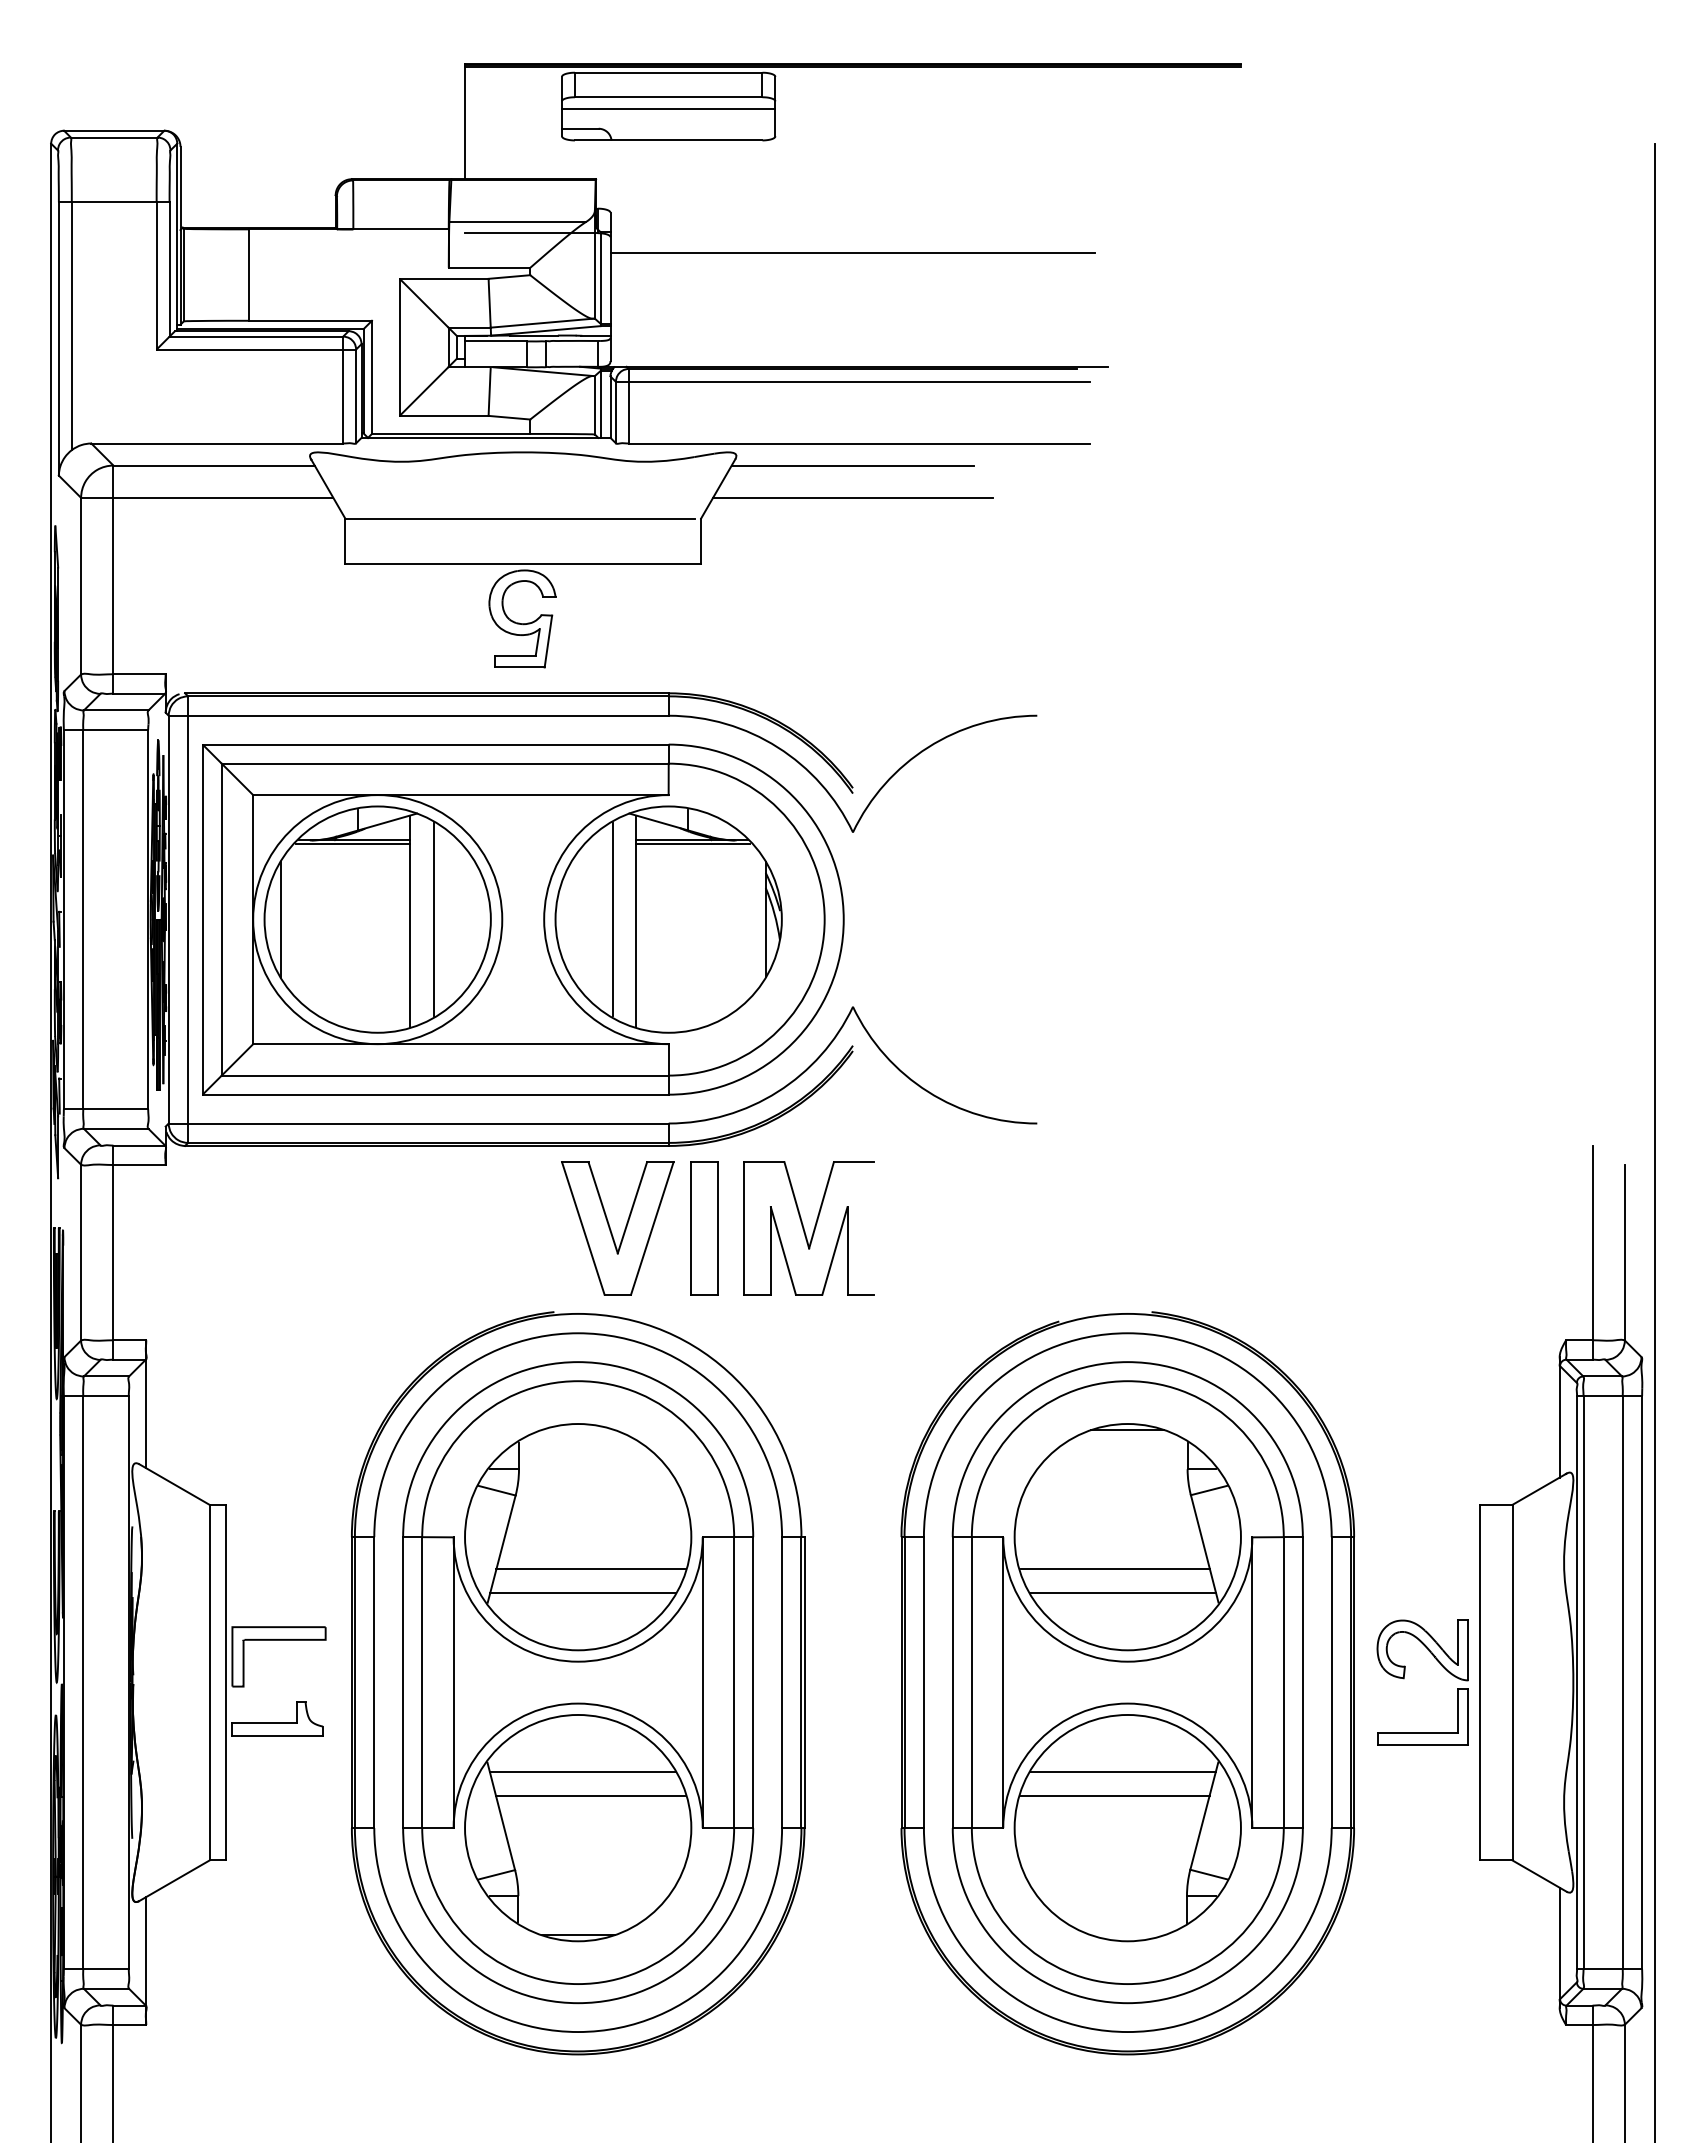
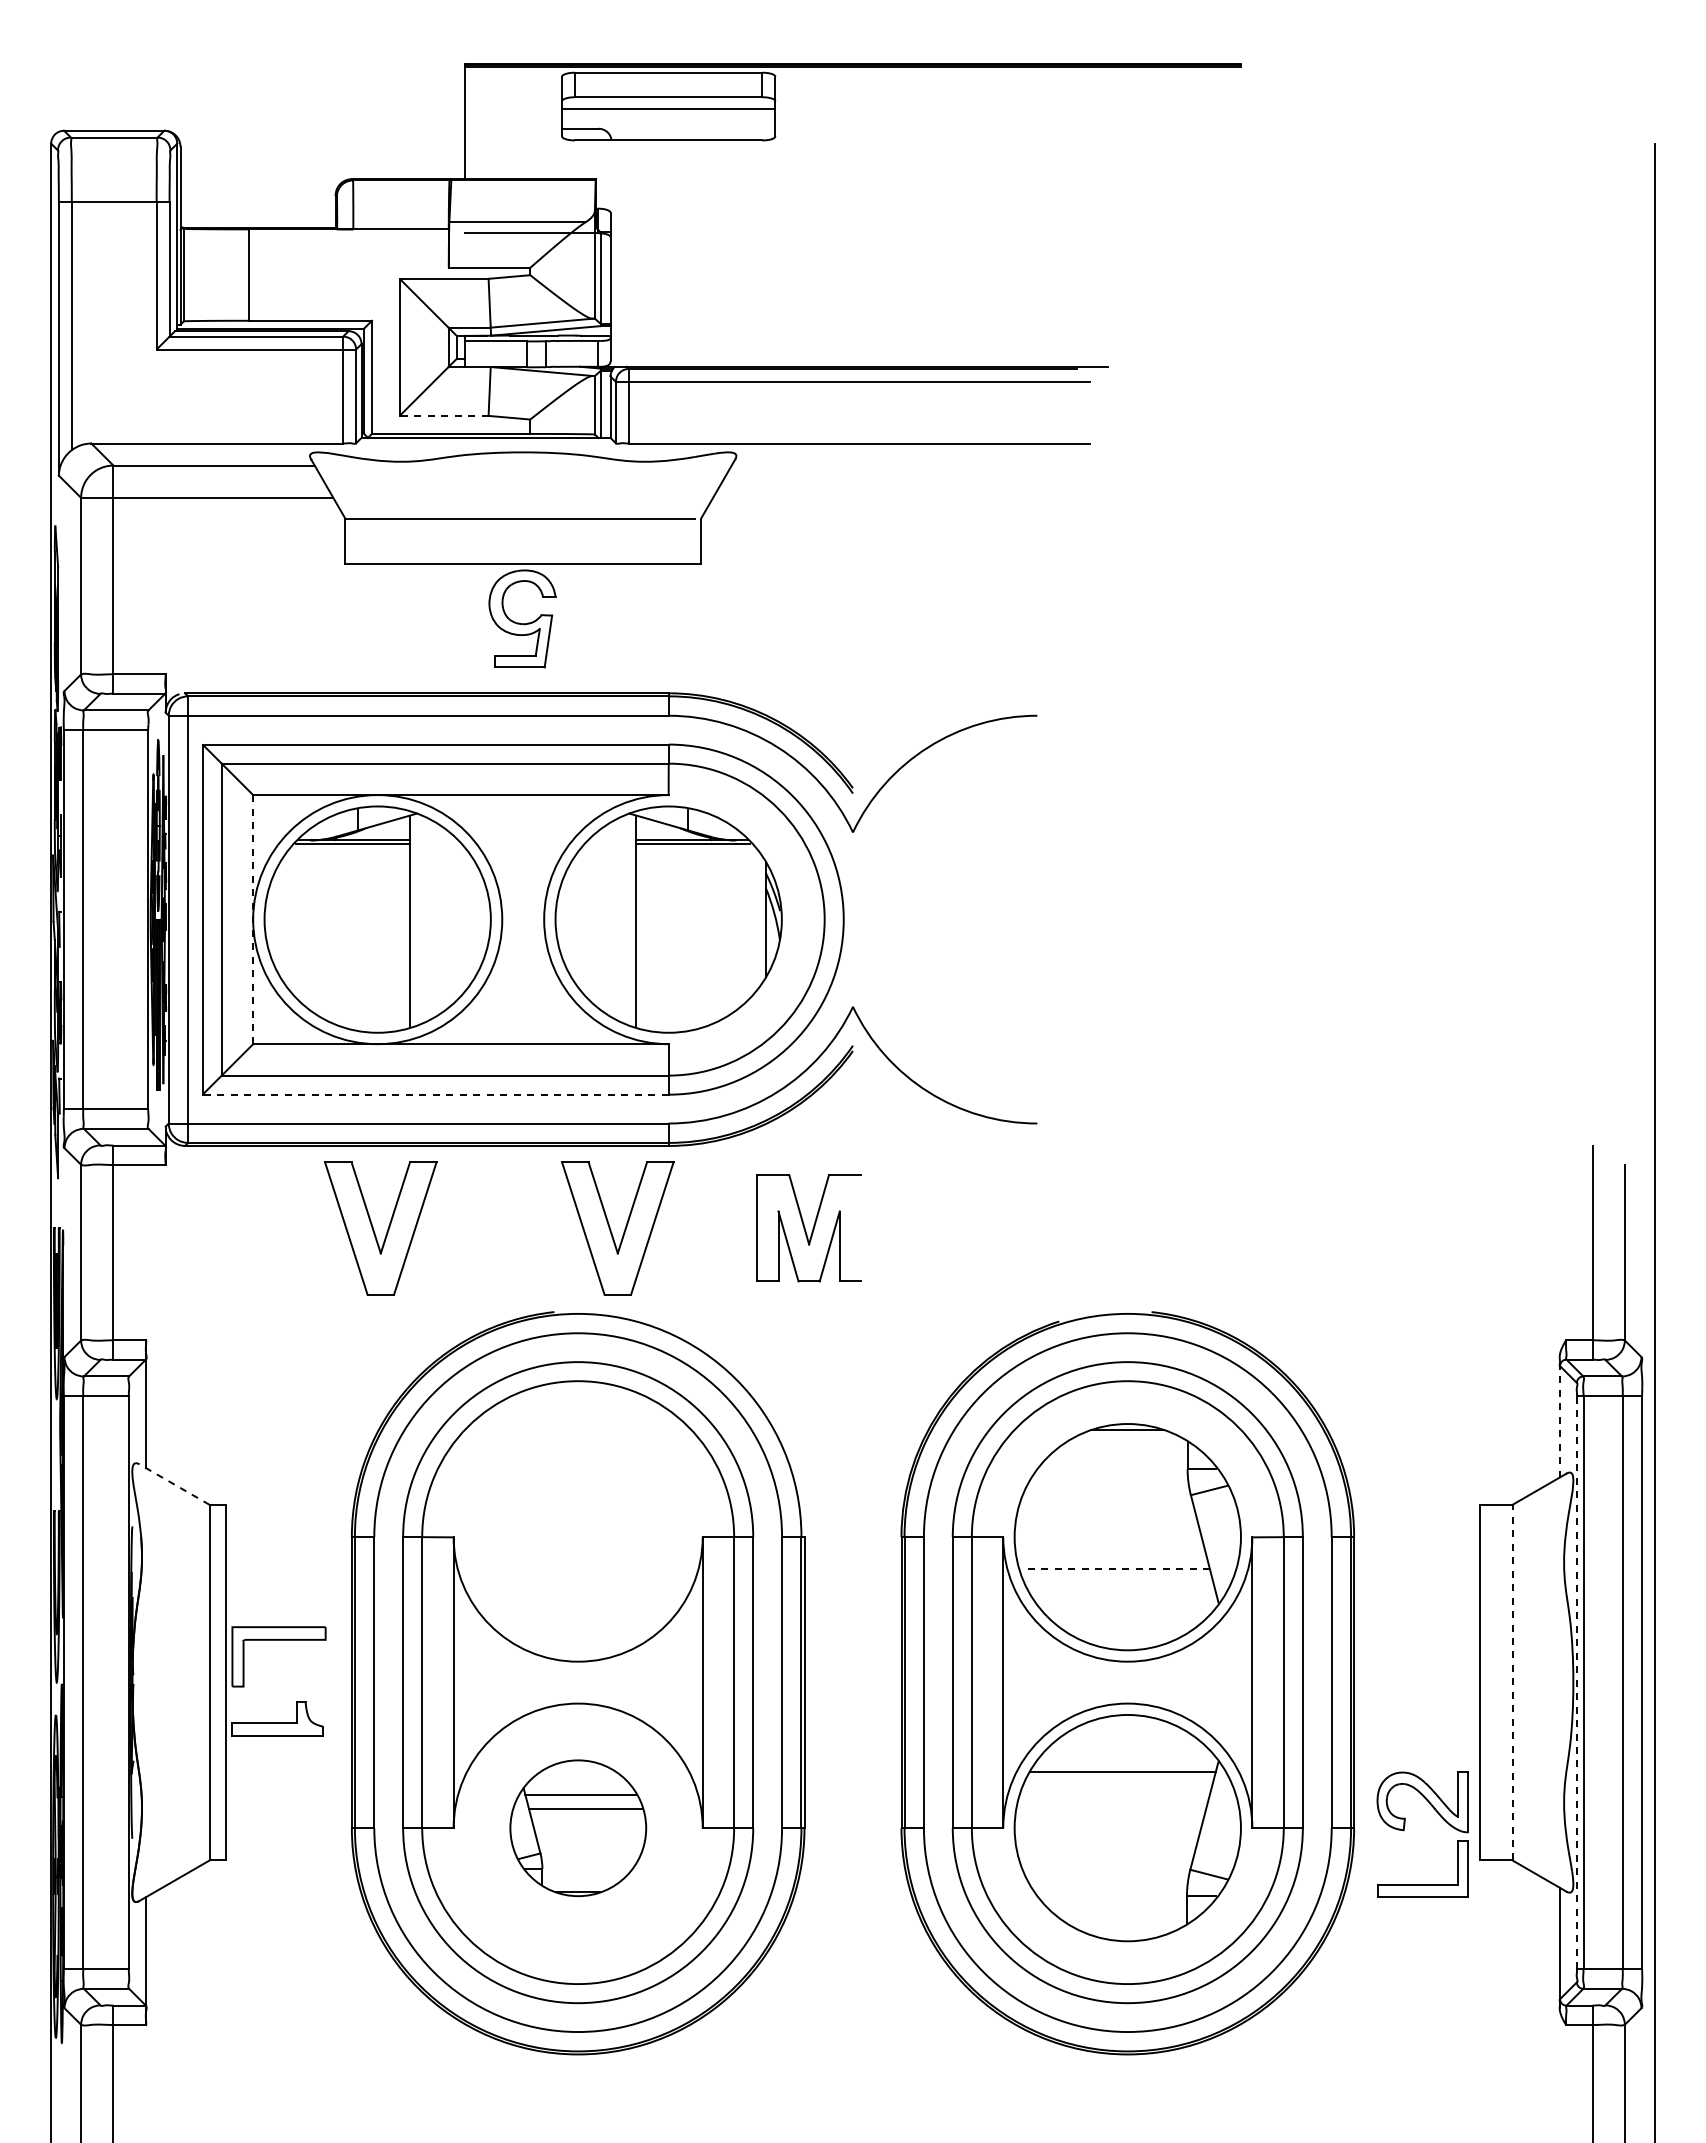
line at (852, 253): present -> none
line at (443, 415): solid -> dashed
line at (852, 465): present -> none
line at (852, 497): present -> none
line at (253, 919): solid -> dashed
line at (280, 919): present -> none
line at (433, 919): present -> none
line at (612, 919): present -> none
line at (435, 1094): solid -> dashed
part at (704, 1228): present -> none
part at (808, 1228) size: 132x135 px -> 106x109 px
part at (374, 1229): none -> present
line at (1559, 1416): solid -> dashed
line at (174, 1484): solid -> dashed
part at (578, 1537): present -> none
line at (1115, 1569): solid -> dashed
line at (1122, 1593): present -> none
part at (1404, 1679) position: (1404, 1679) -> (1404, 1831)
line at (1512, 1682): solid -> dashed
line at (1577, 1682): solid -> dashed
line at (1114, 1795): present -> none
part at (578, 1828) size: 229x229 px -> 139x139 px
